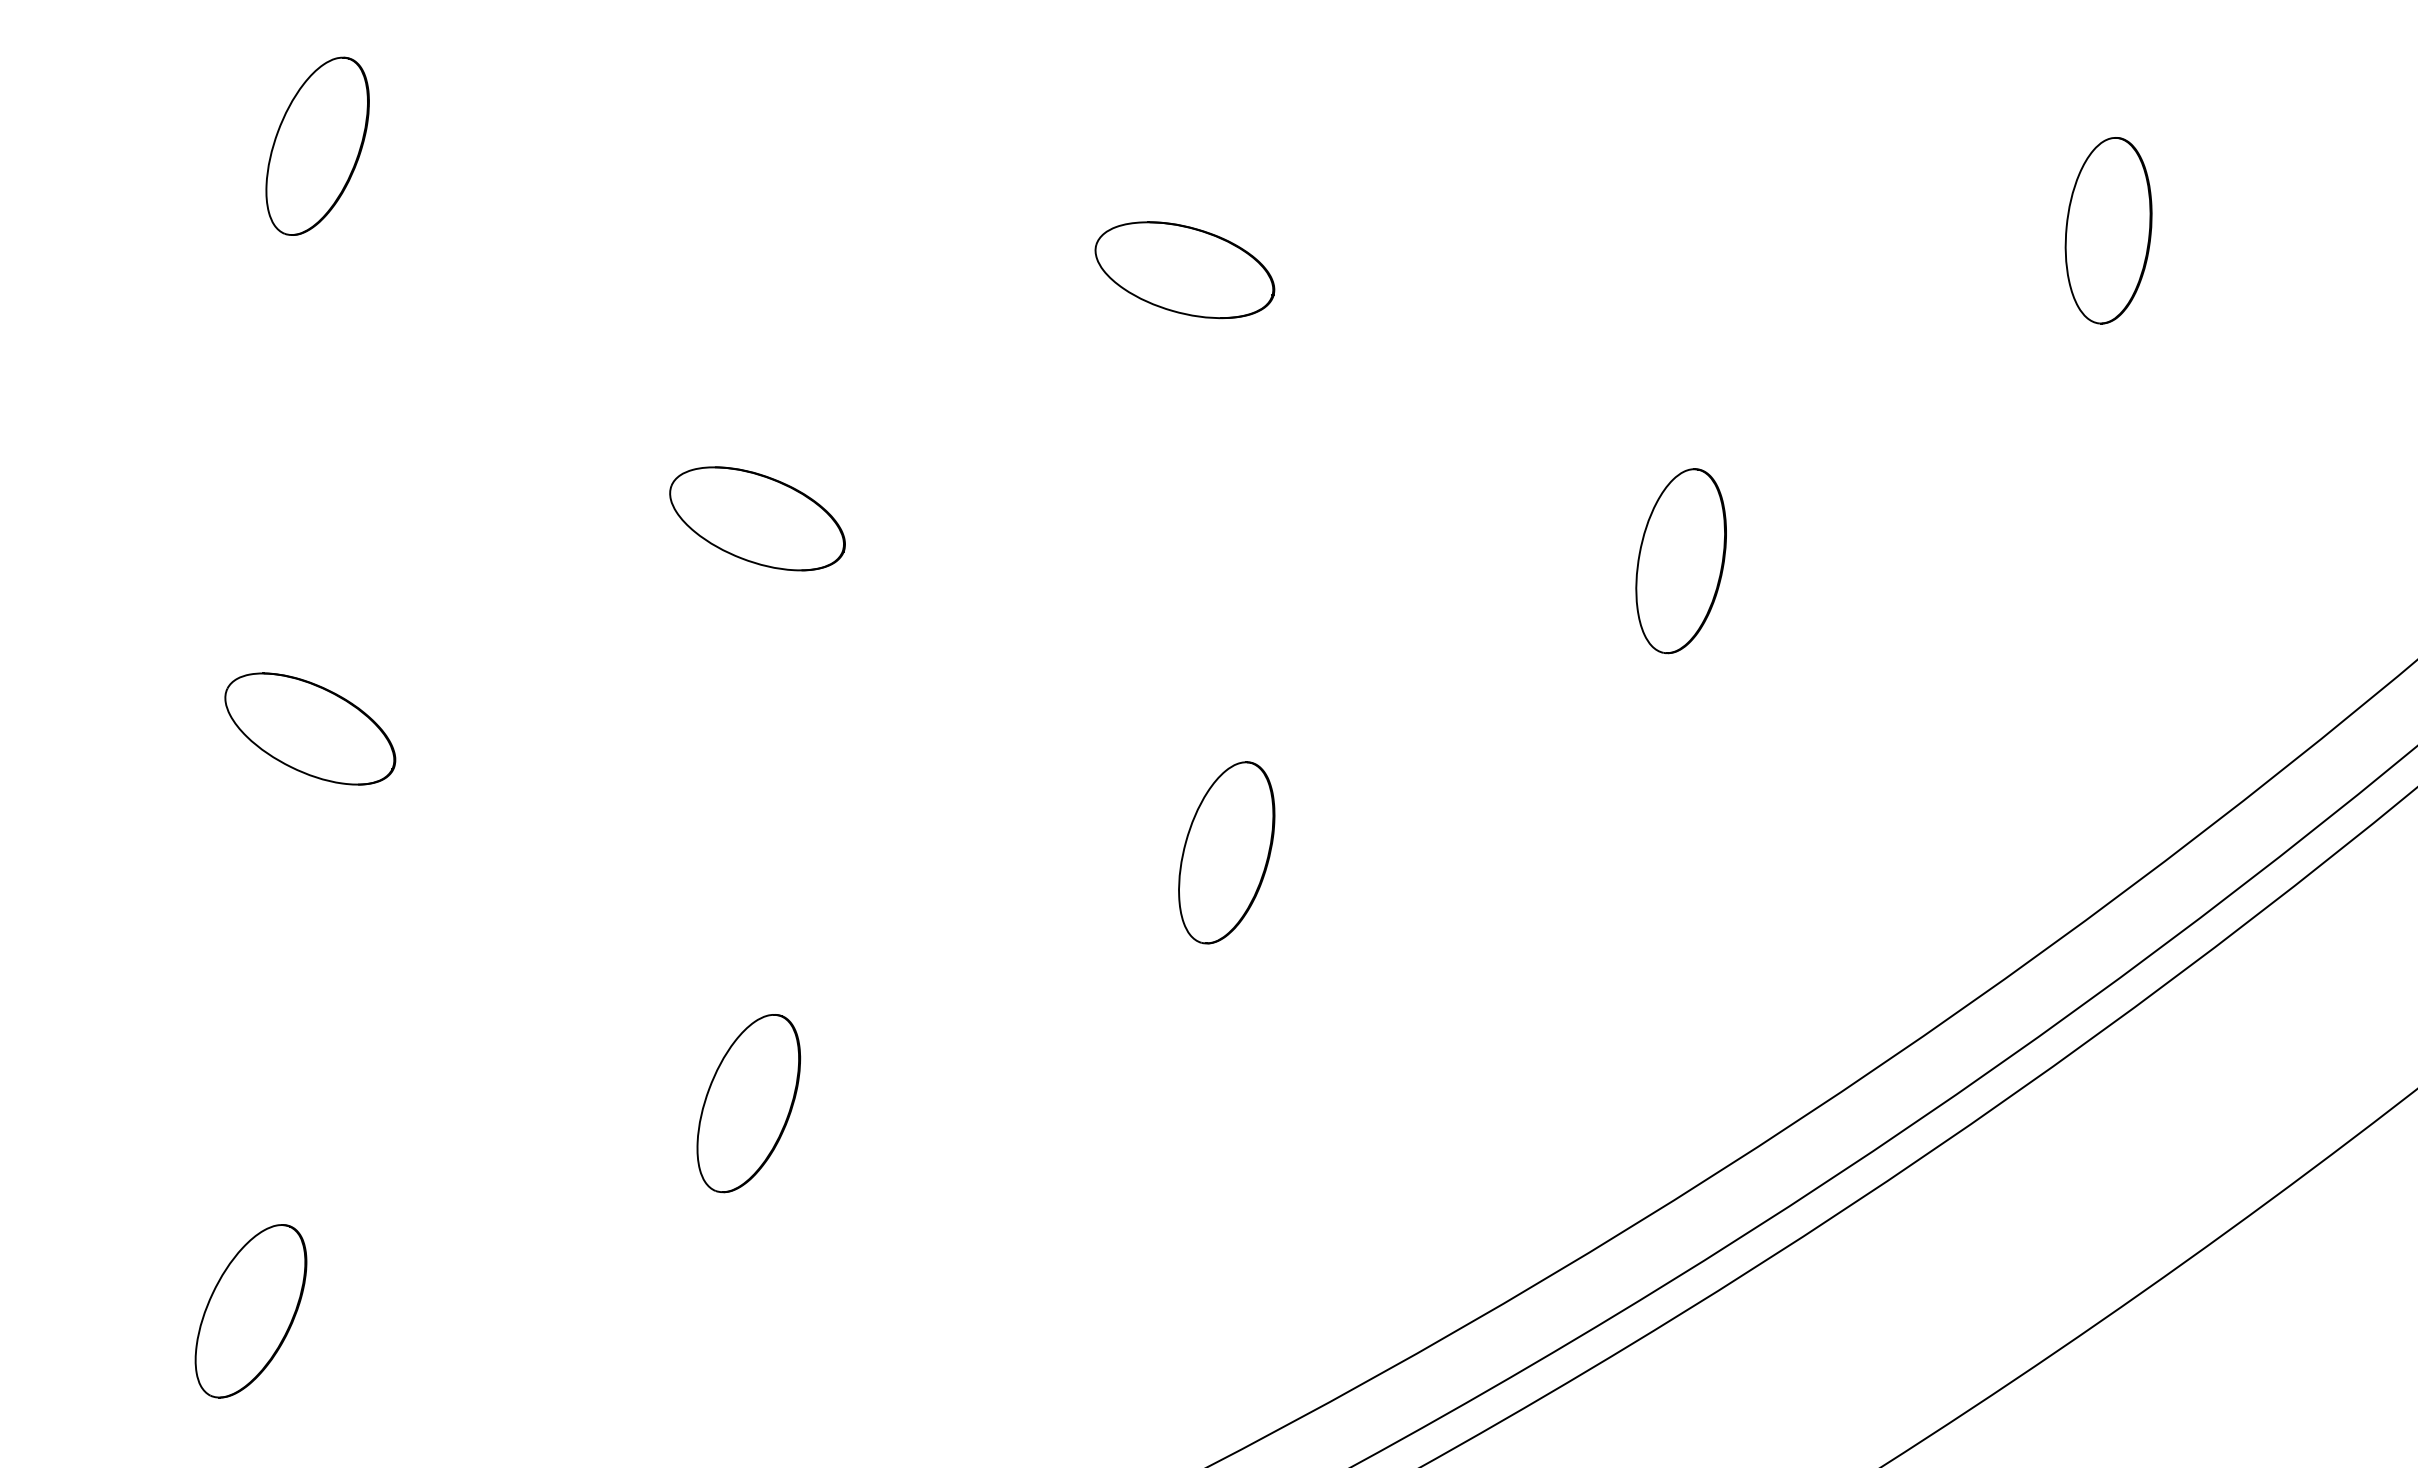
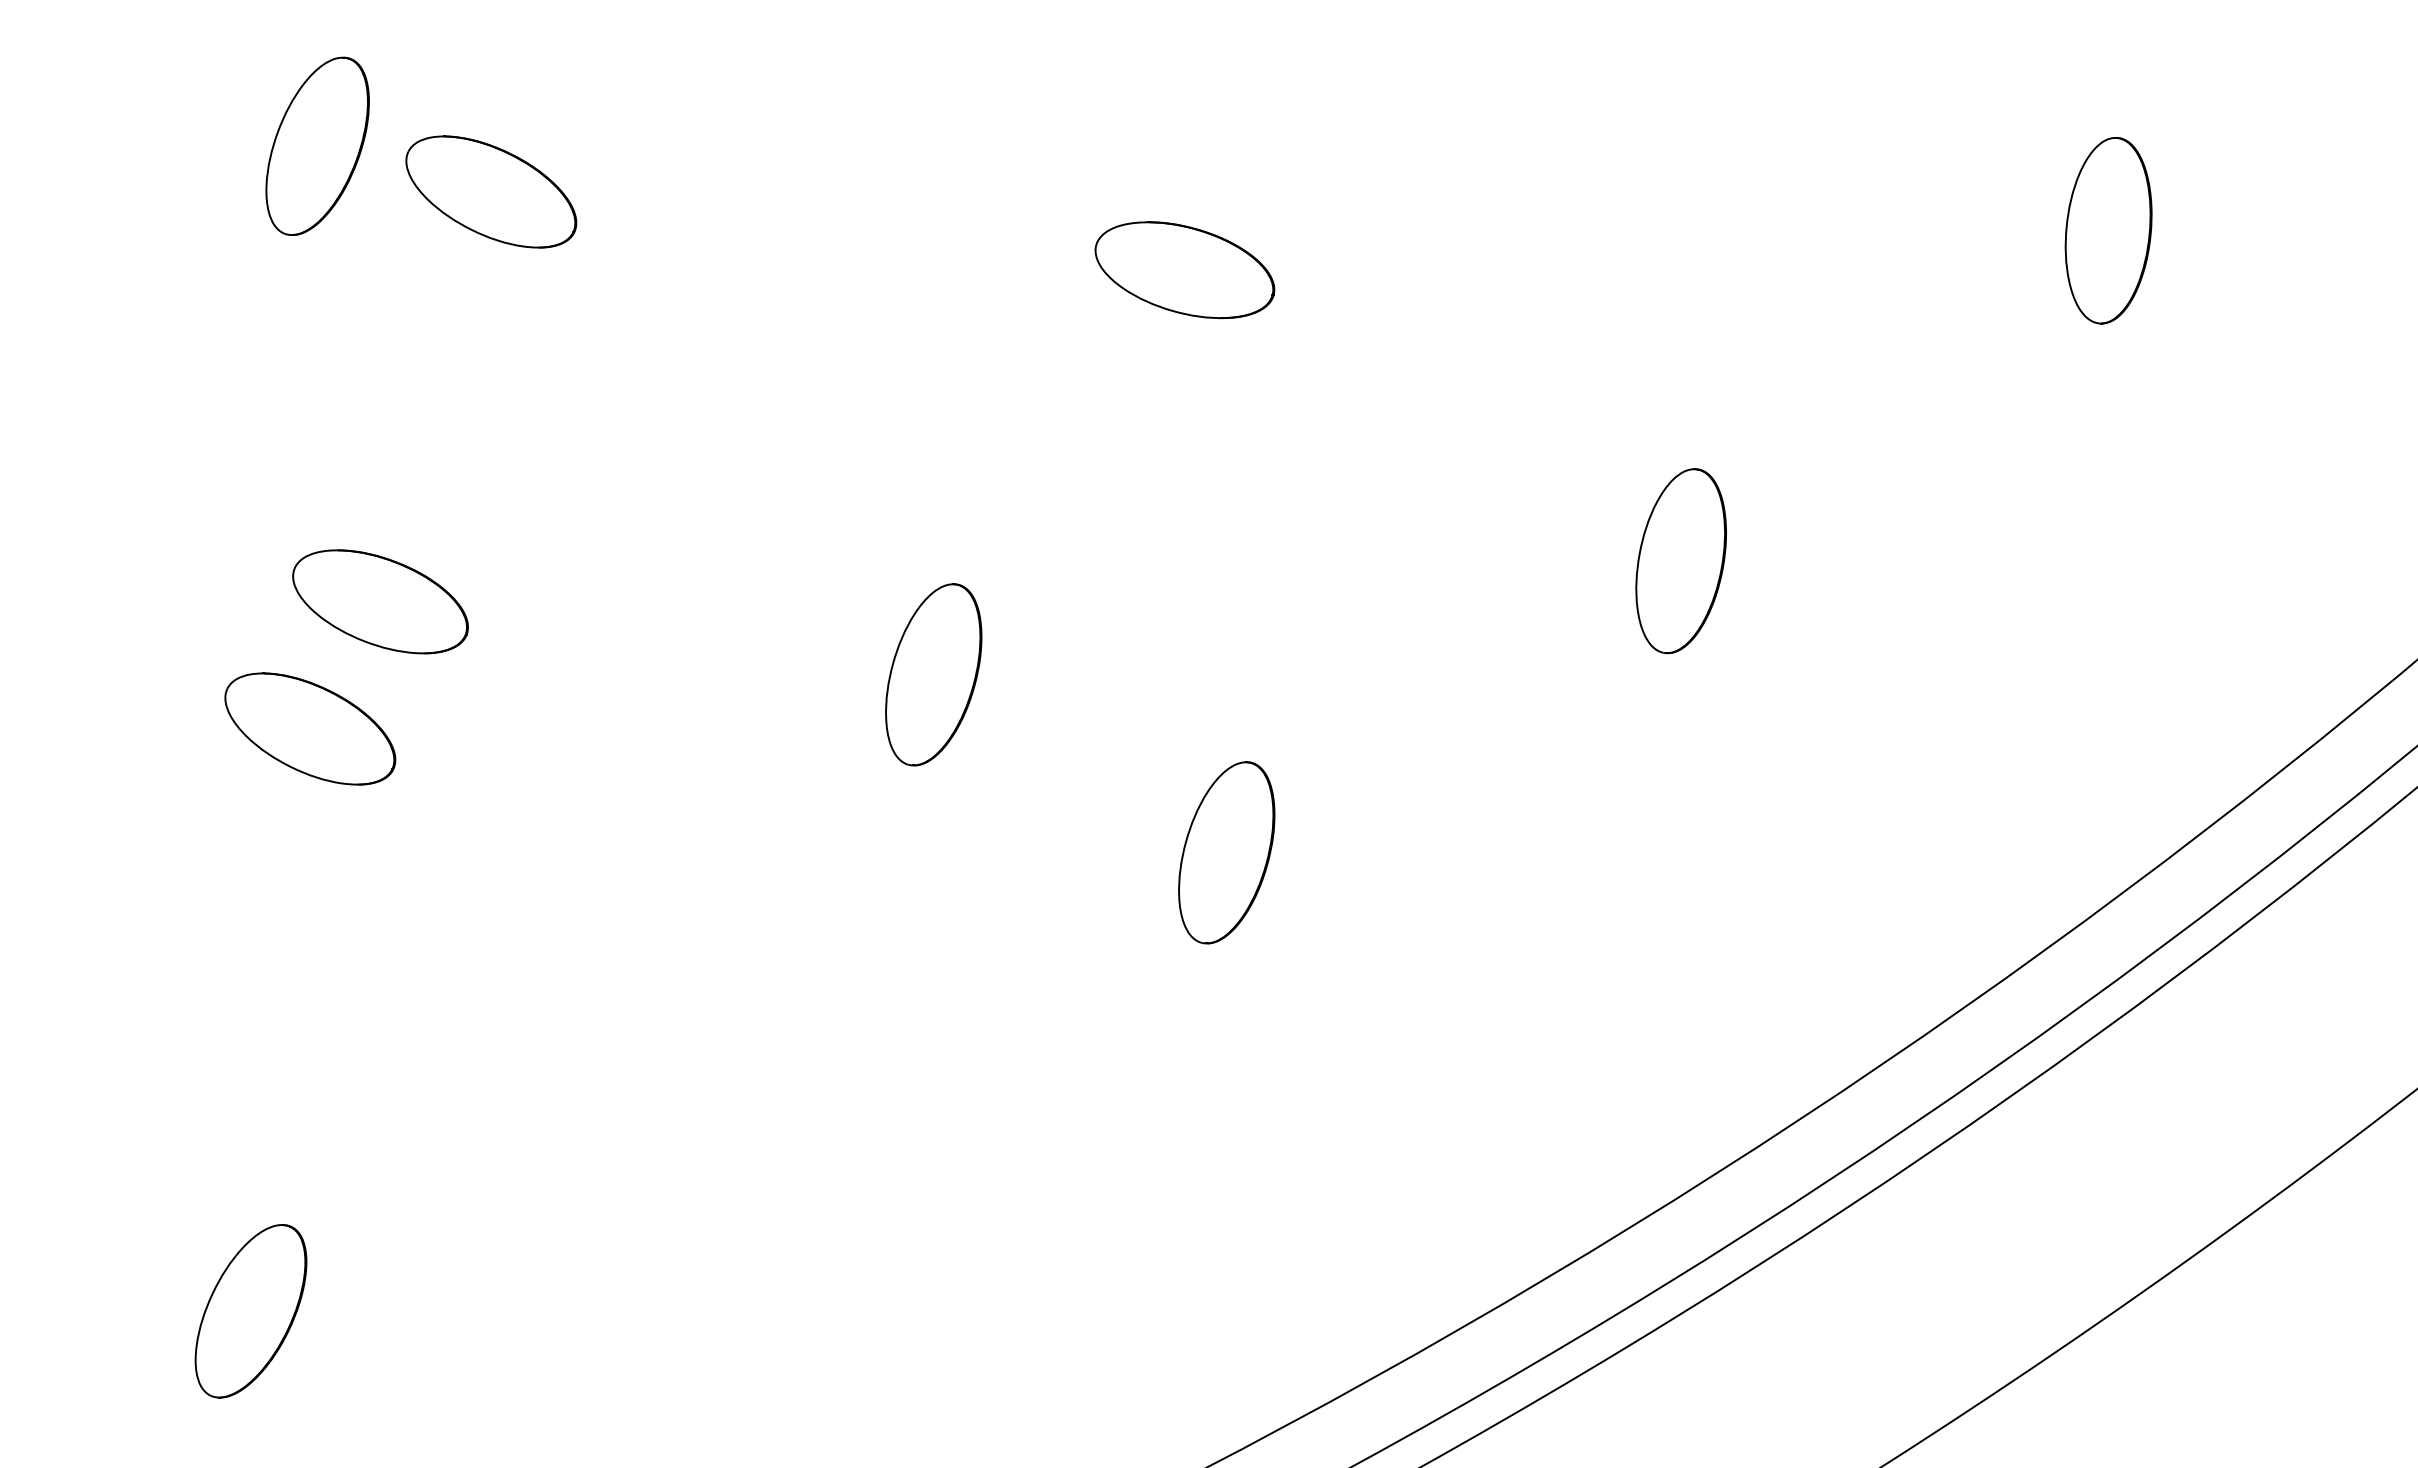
part at (491, 191): none -> present
part at (757, 518) position: (757, 518) -> (380, 601)
part at (933, 674): none -> present
part at (748, 1103): present -> none
